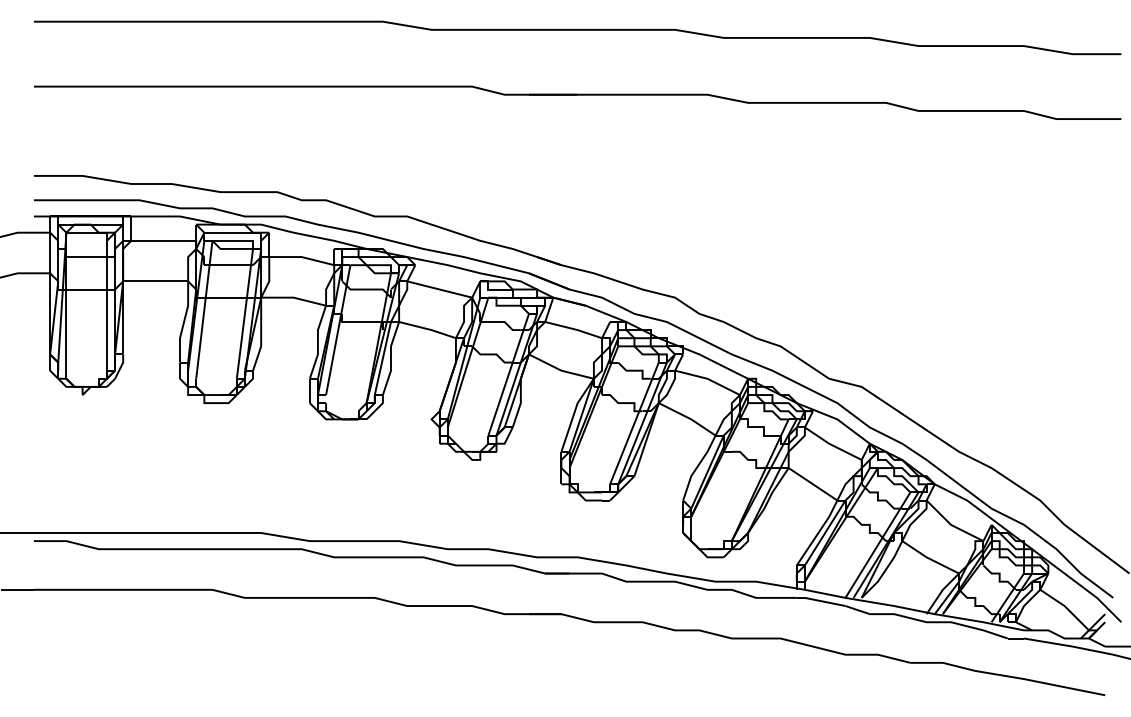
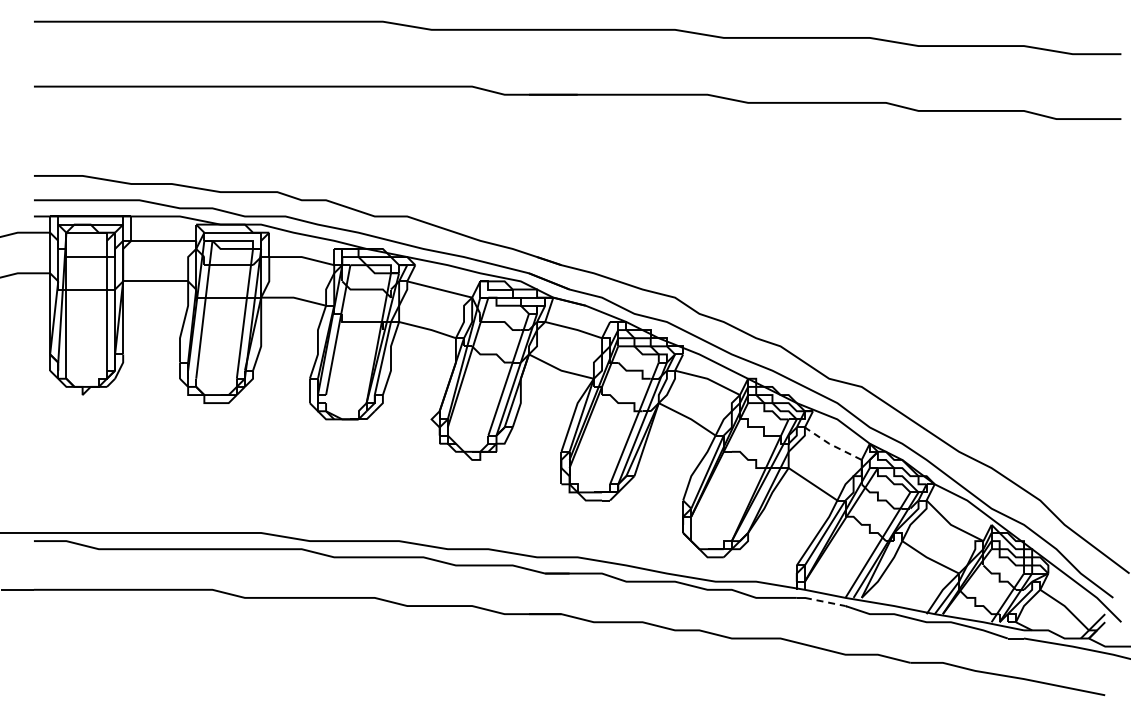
line at (830, 444): solid -> dashed
line at (826, 602): solid -> dashed
